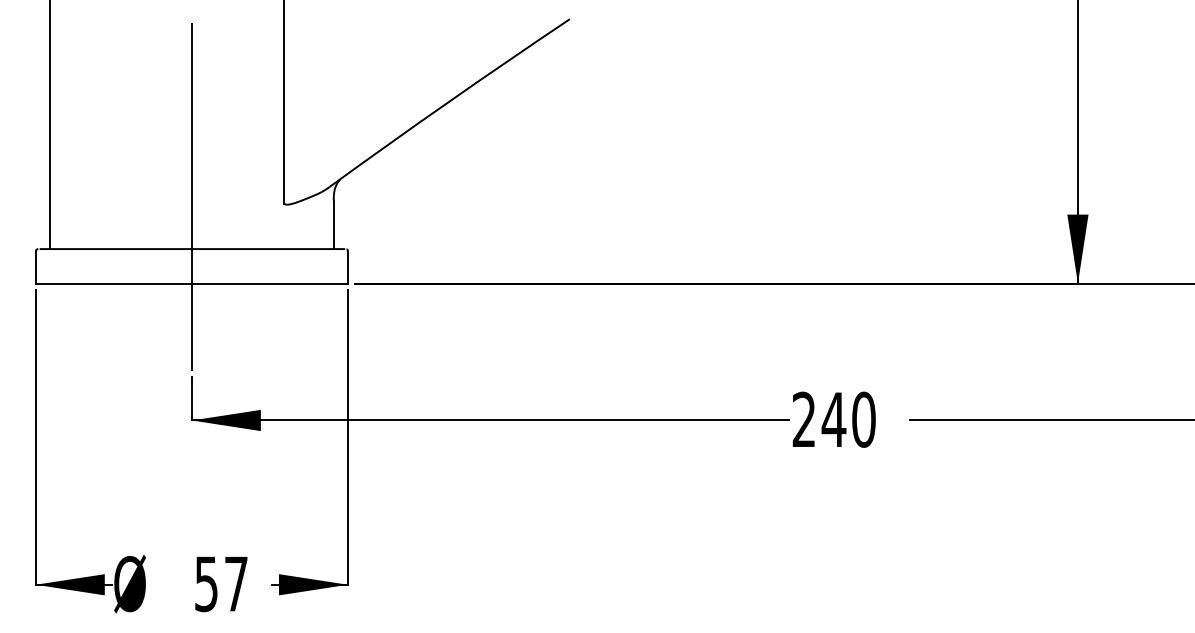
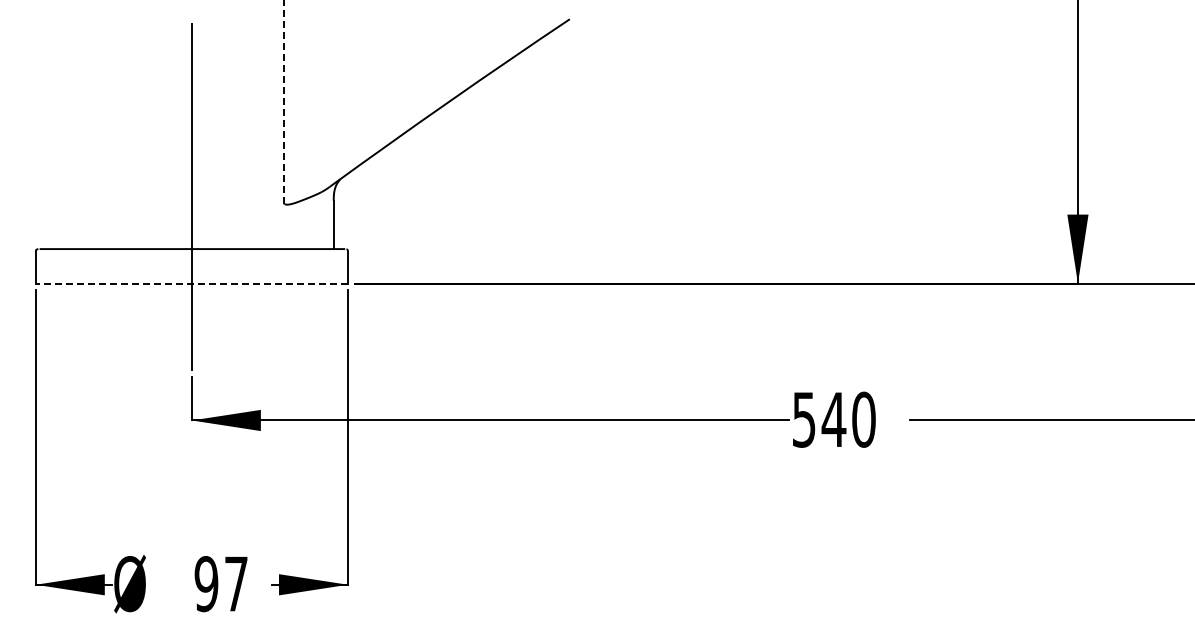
line at (284, 102): solid -> dashed
line at (50, 125): present -> none
line at (191, 283): solid -> dashed
text at (803, 419): 240 -> 540
text at (206, 583): 57 -> 97
